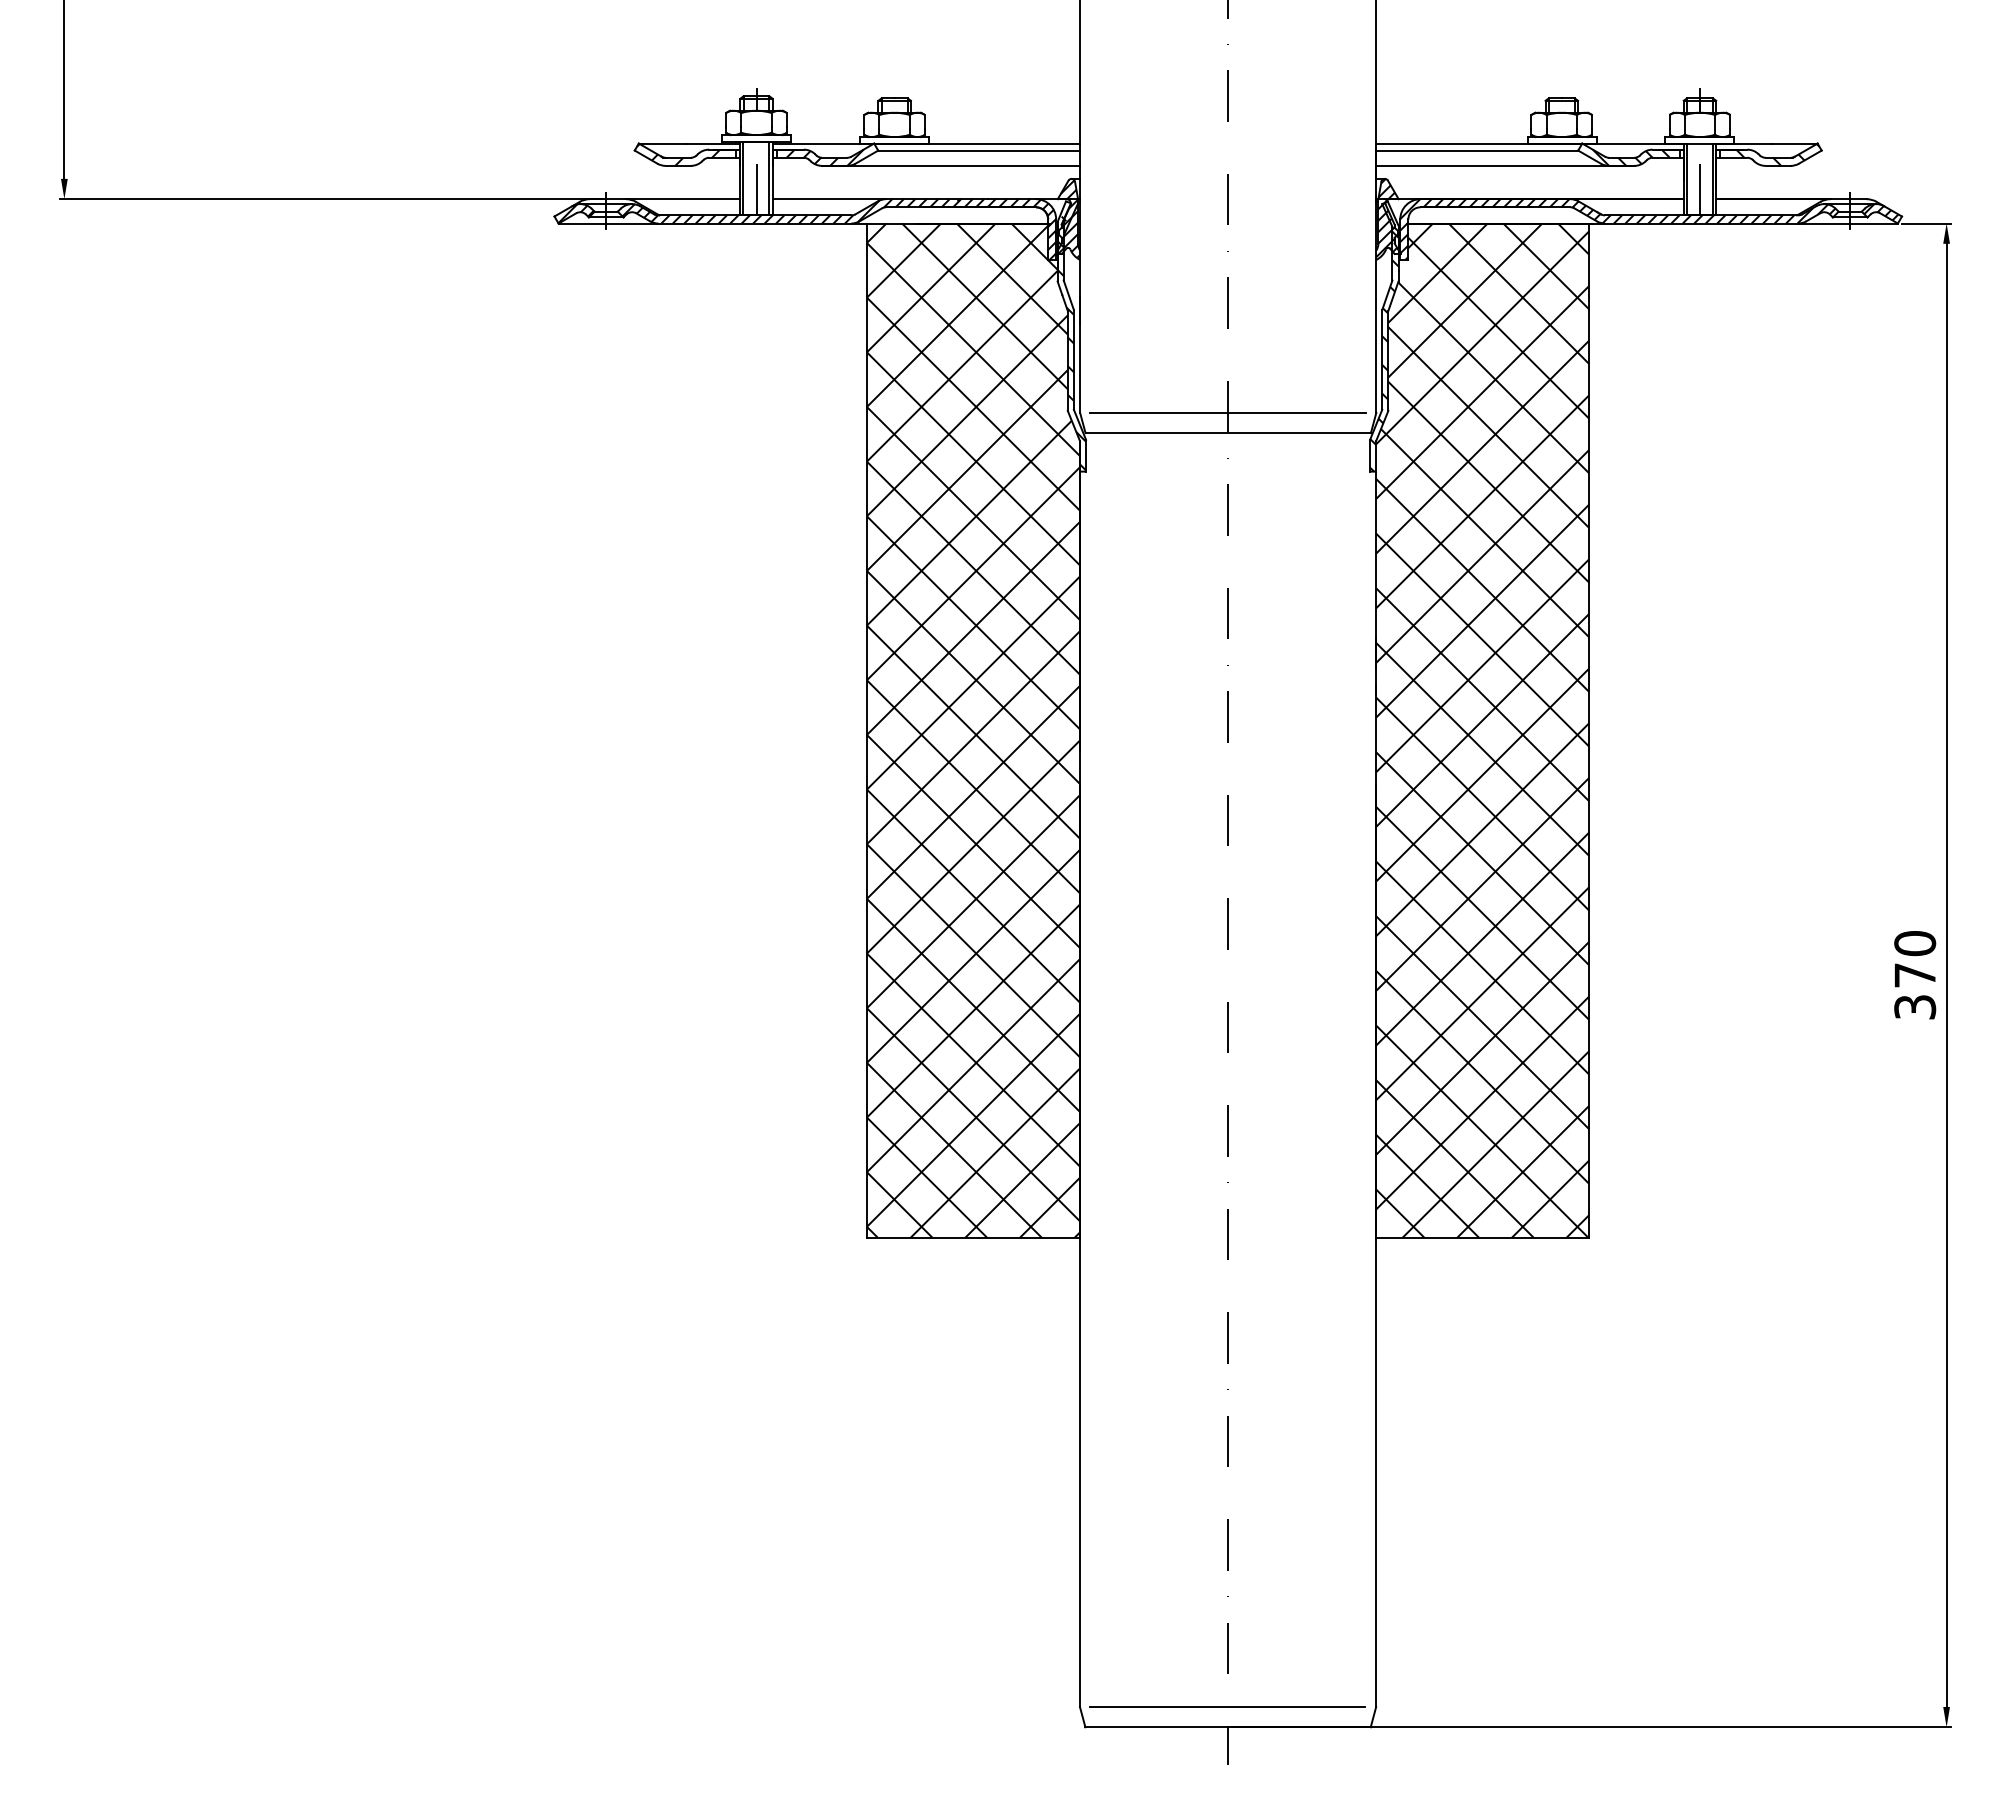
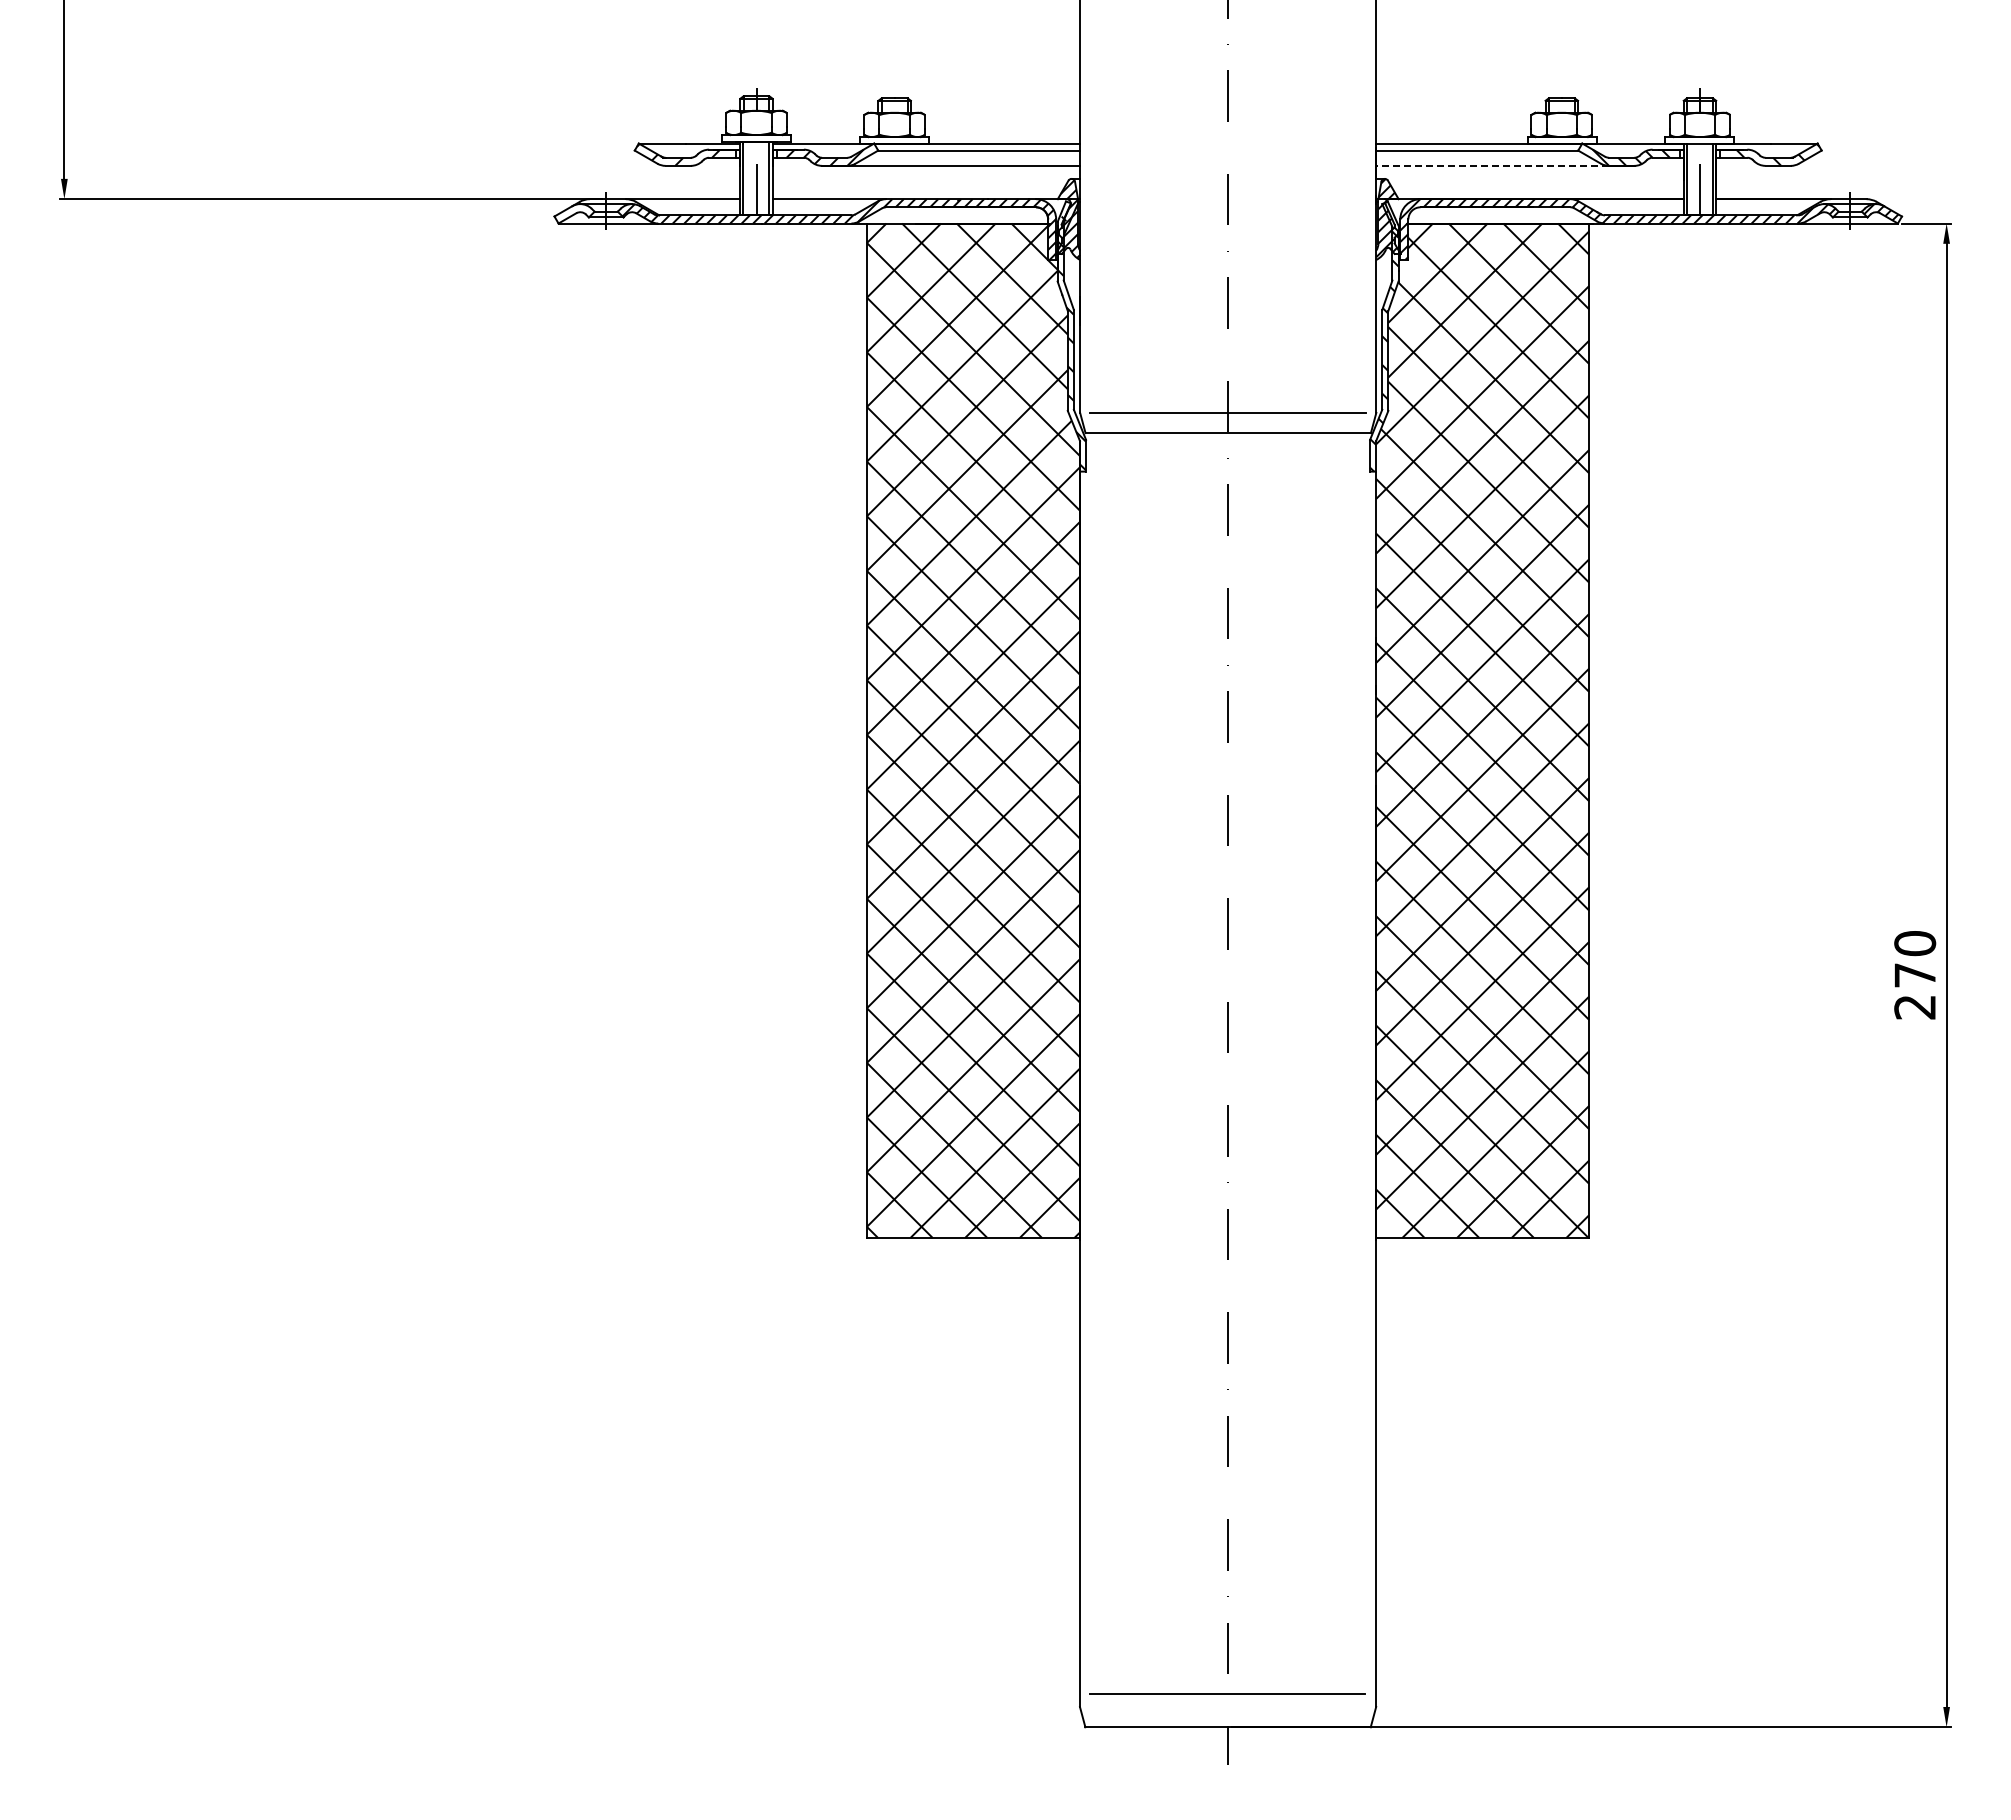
line at (1492, 165): solid -> dashed
hatch at (575, 213): present -> none
text at (1915, 1007): 370 -> 270
line at (1227, 1706) position: (1227, 1706) -> (1227, 1693)
